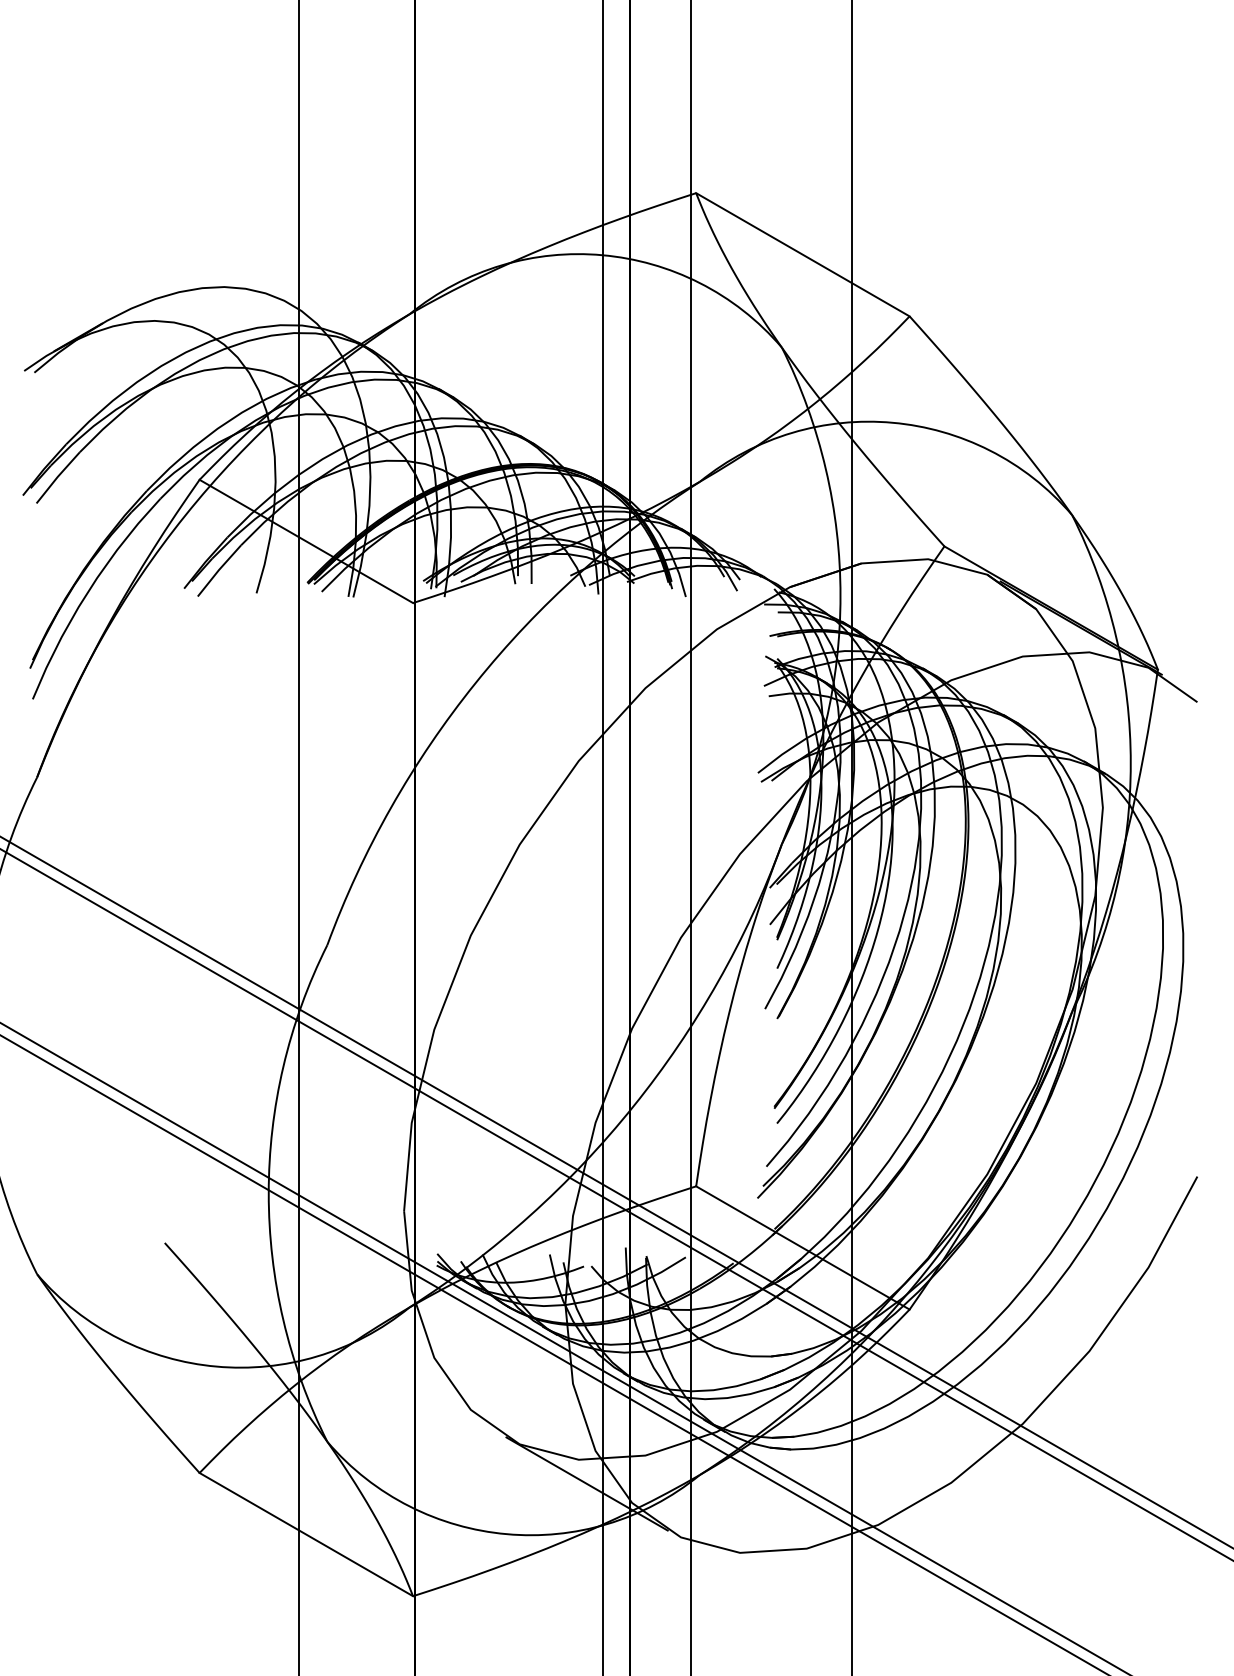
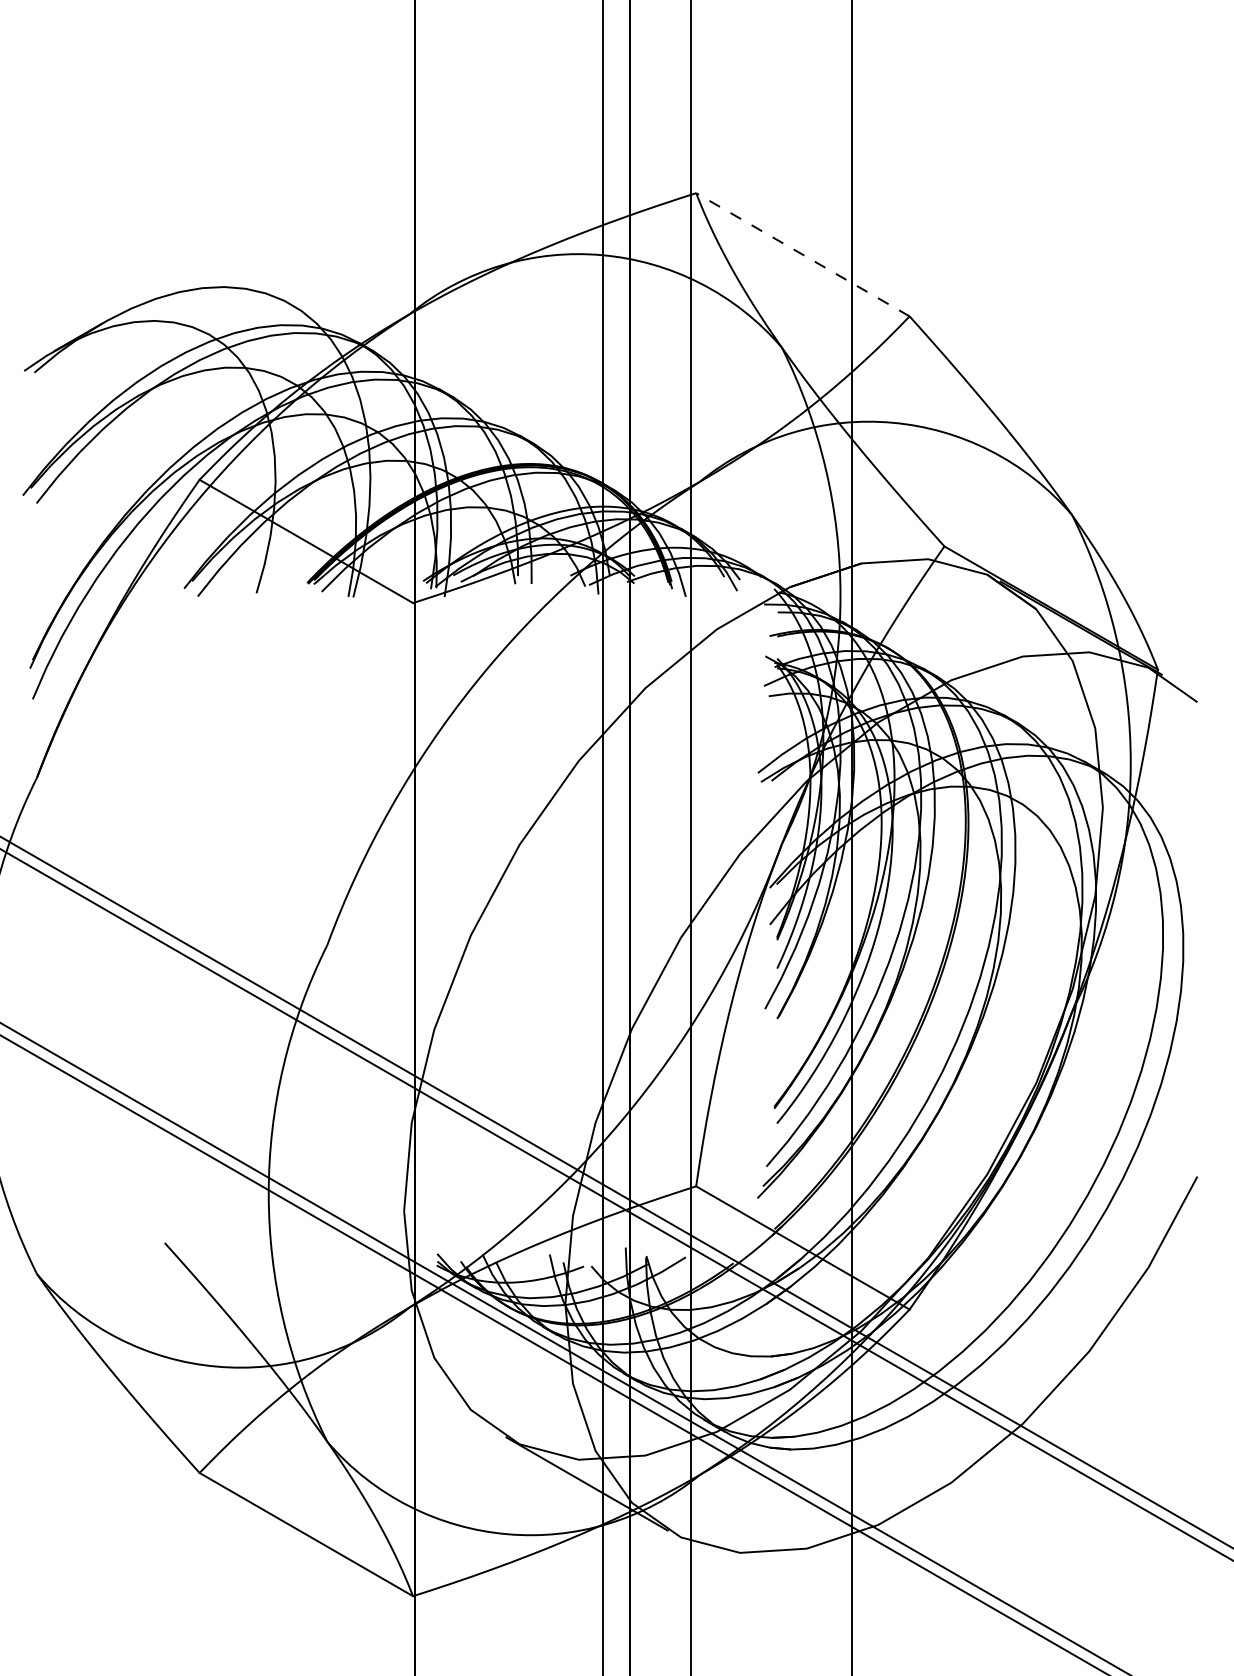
line at (802, 254): solid -> dashed
line at (299, 837): present -> none
